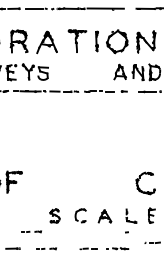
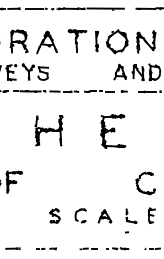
part at (48, 130): none -> present
part at (113, 131): none -> present
part at (31, 231): present -> none
part at (152, 242) position: (152, 242) -> (152, 248)
